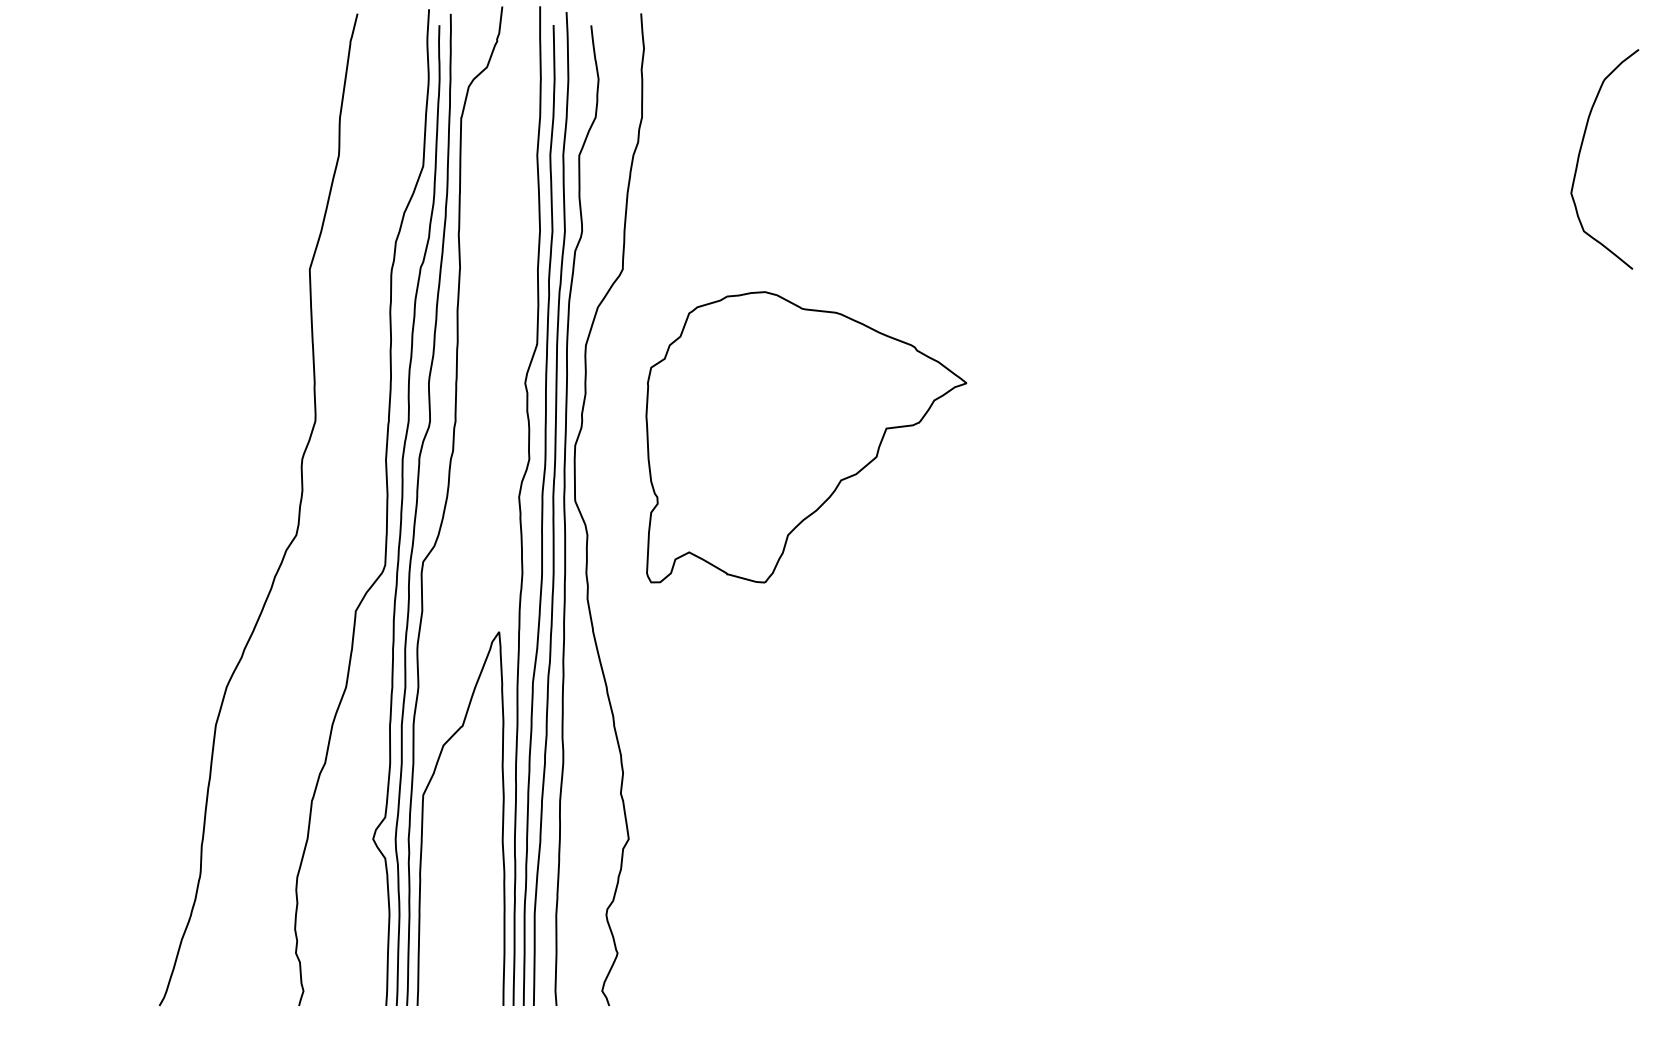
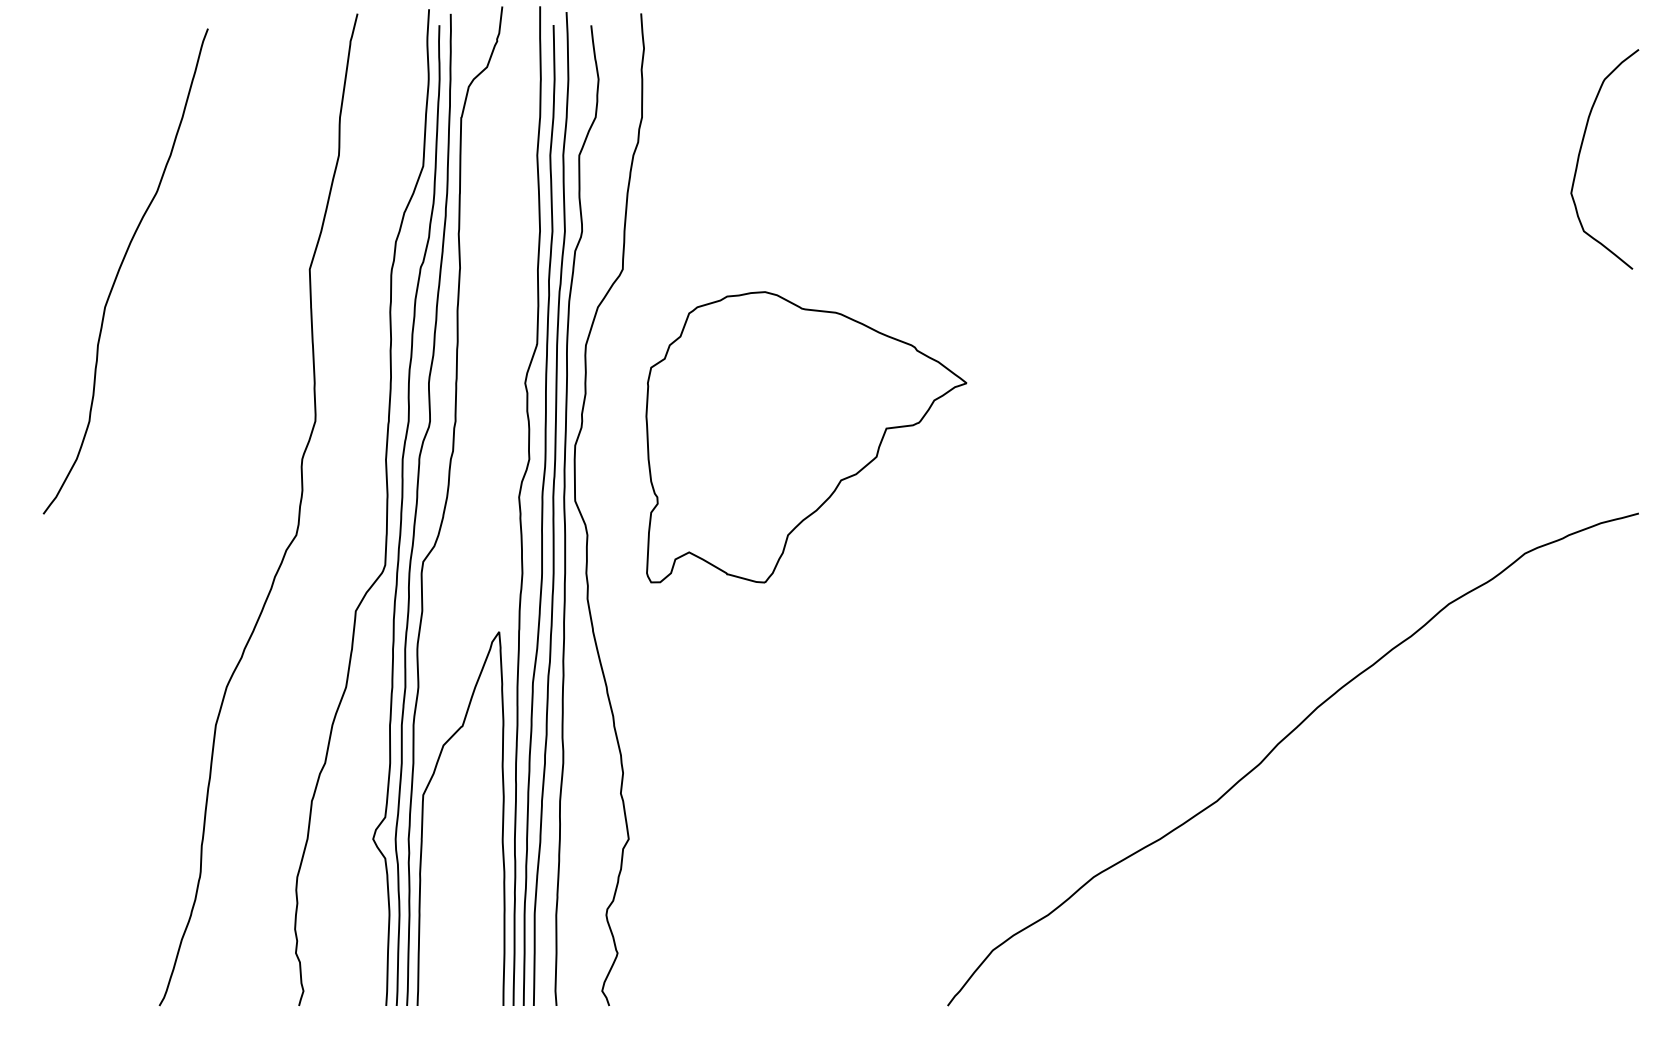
curve at (120, 269): none -> present
curve at (1278, 745): none -> present
